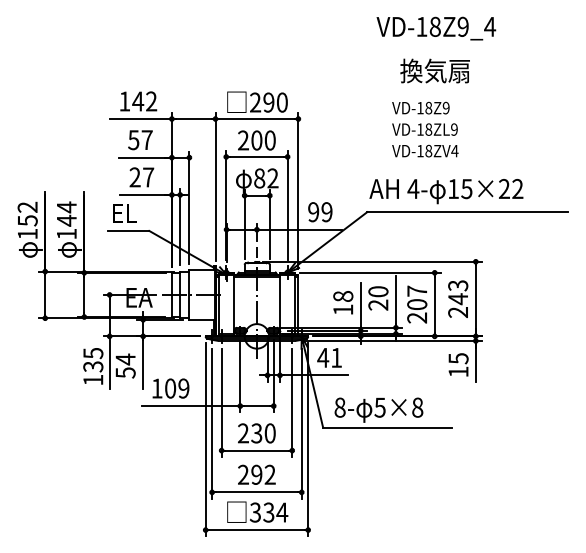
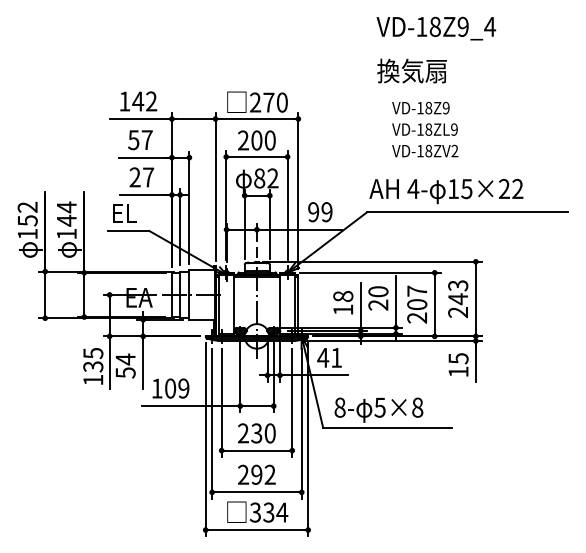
text at (434, 70) position: (434, 70) -> (411, 70)
text at (268, 102): 290 -> 270
text at (454, 150): VD-18ZV4 -> VD-18ZV2
